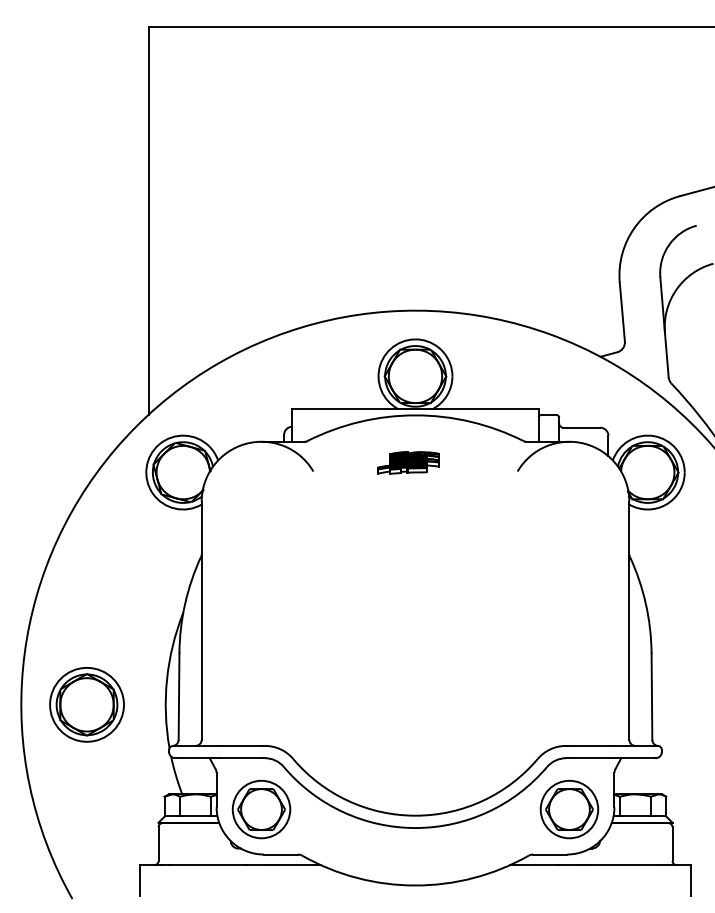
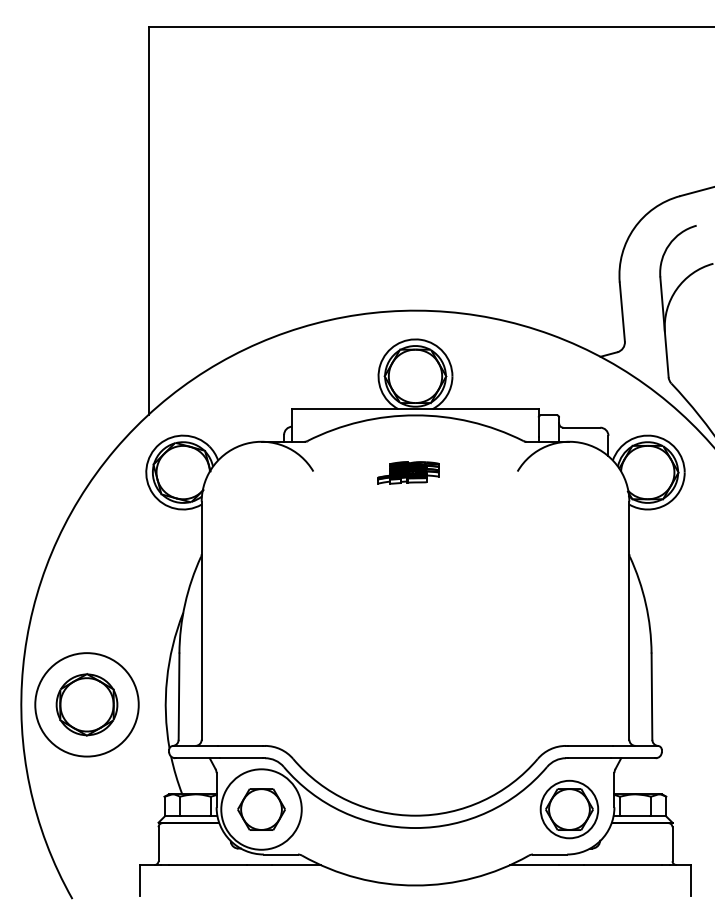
part at (408, 462) position: (408, 462) -> (408, 472)
circle at (86, 704) diameter: 74 px -> 103 px
circle at (261, 809) diameter: 57 px -> 80 px
